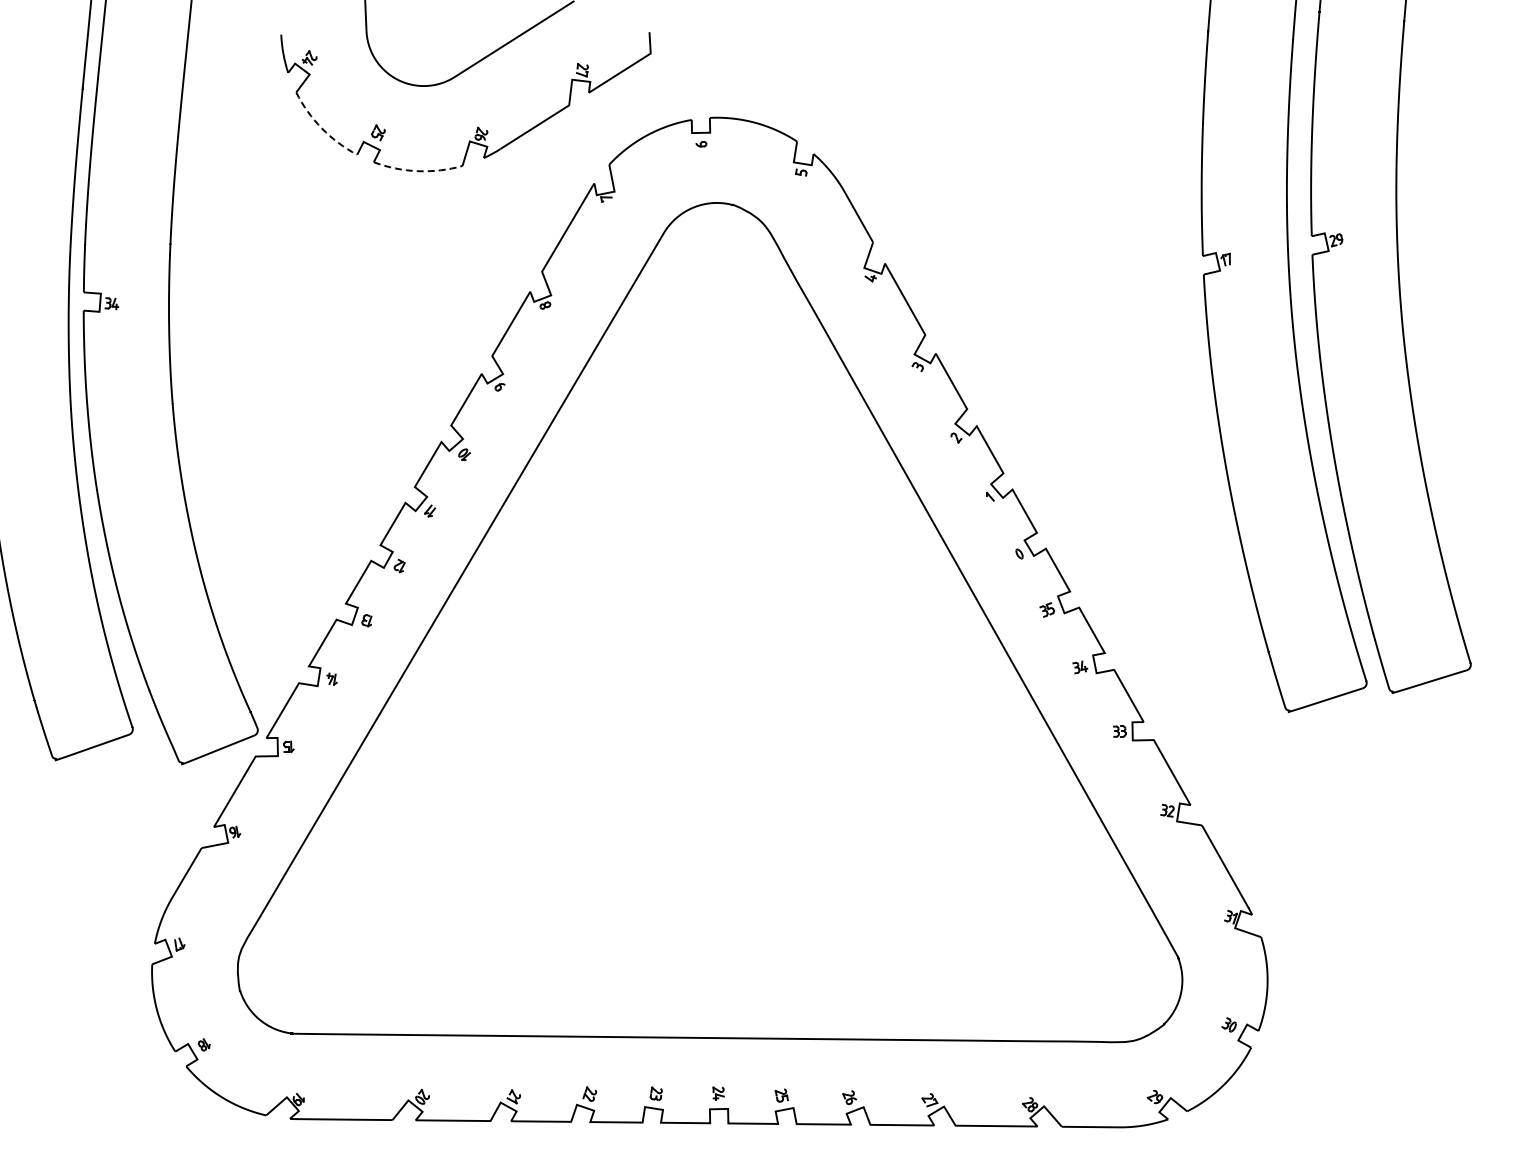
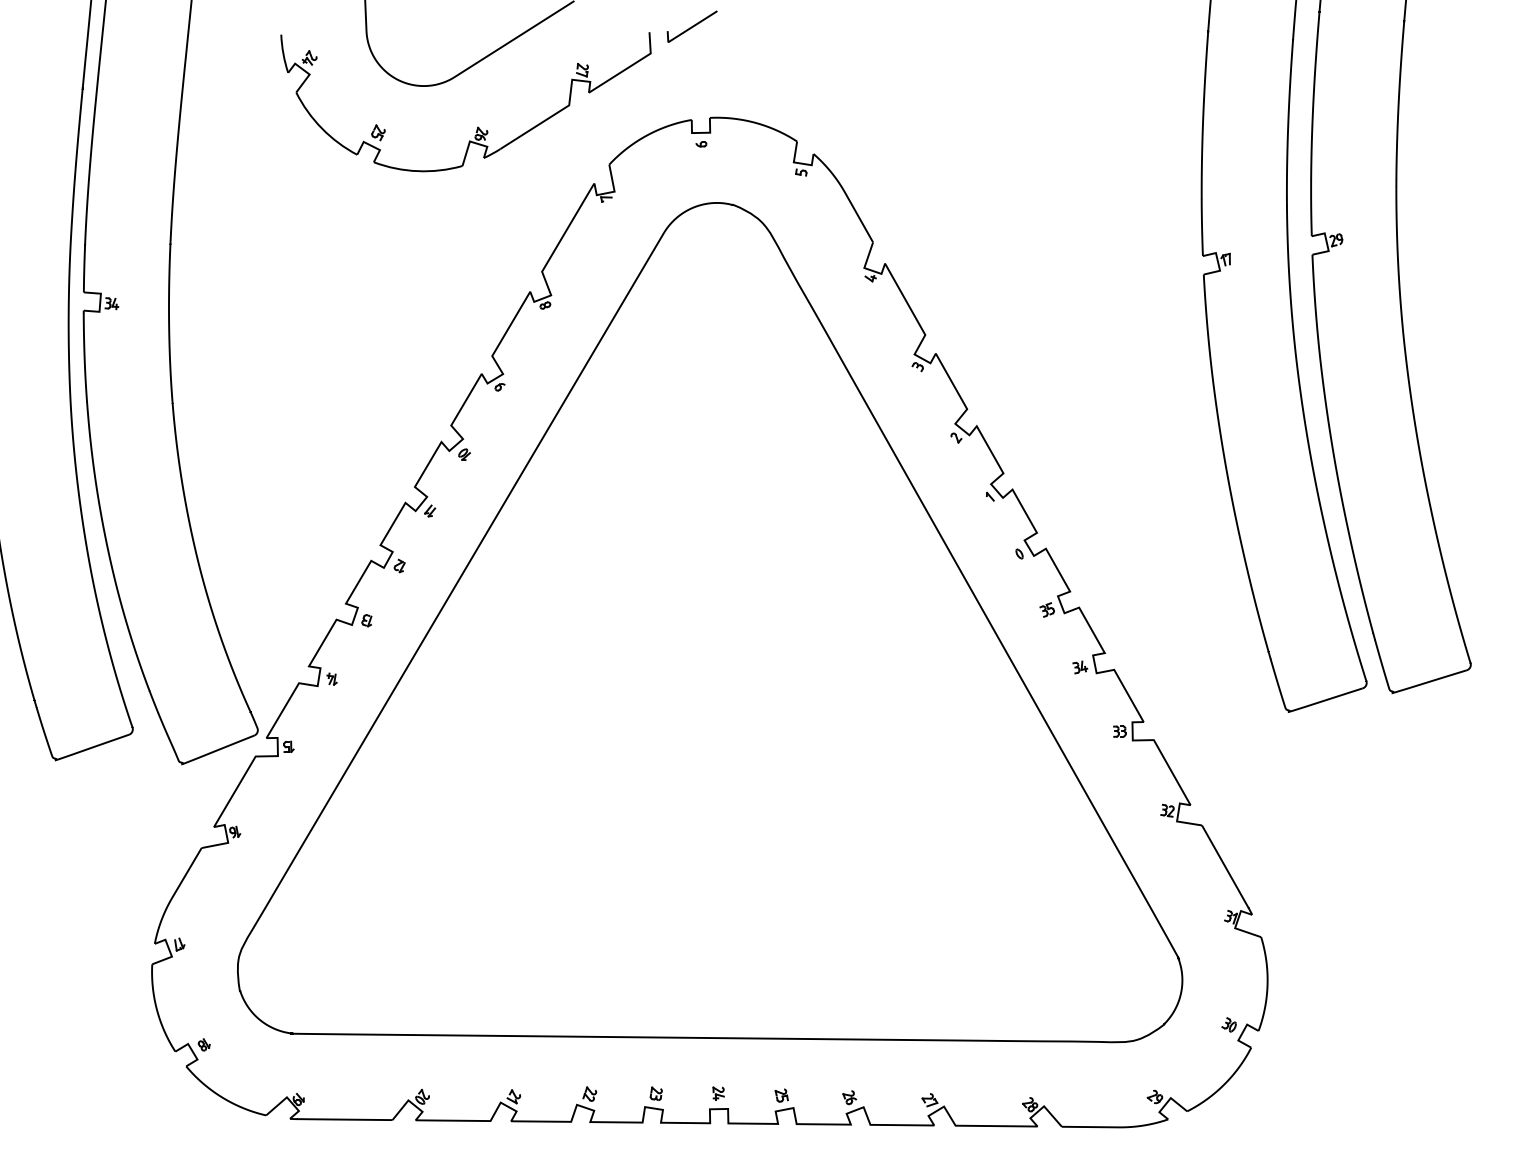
line at (691, 26): none -> present
arc at (321, 128): dashed -> solid
arc at (417, 171): dashed -> solid
